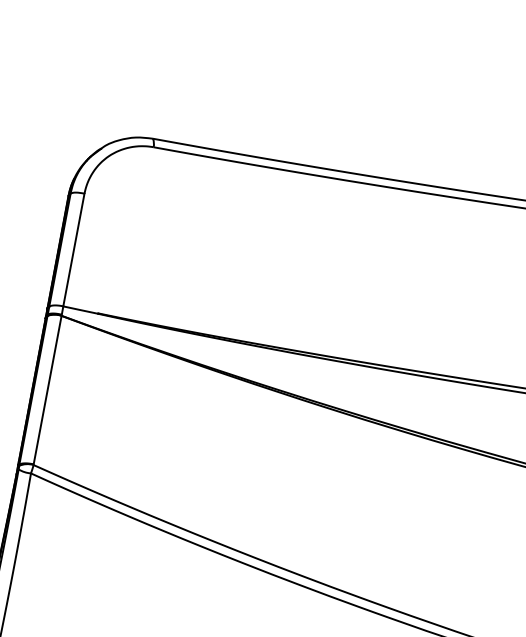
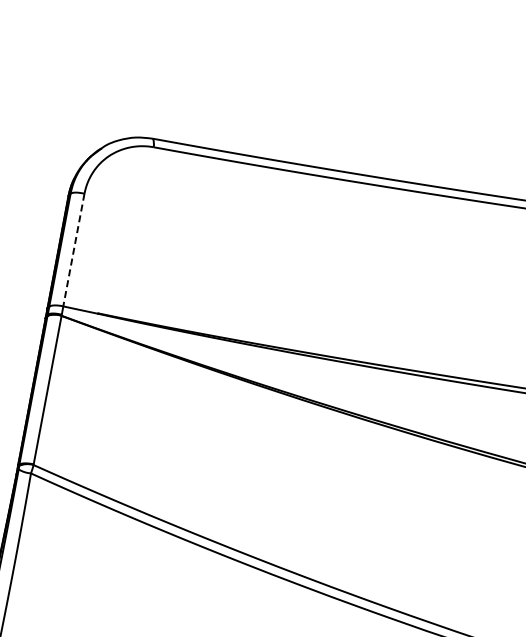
line at (73, 250): solid -> dashed
